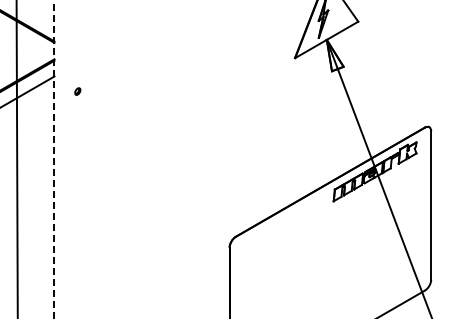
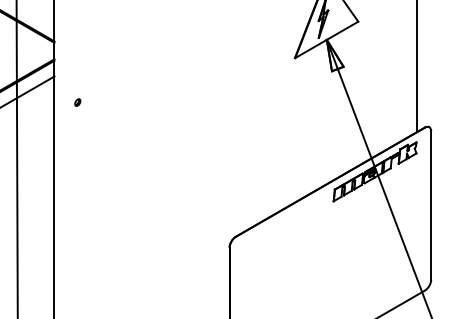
line at (417, 67): none -> present
part at (77, 91) position: (77, 91) -> (77, 102)
line at (54, 159): dashed -> solid
